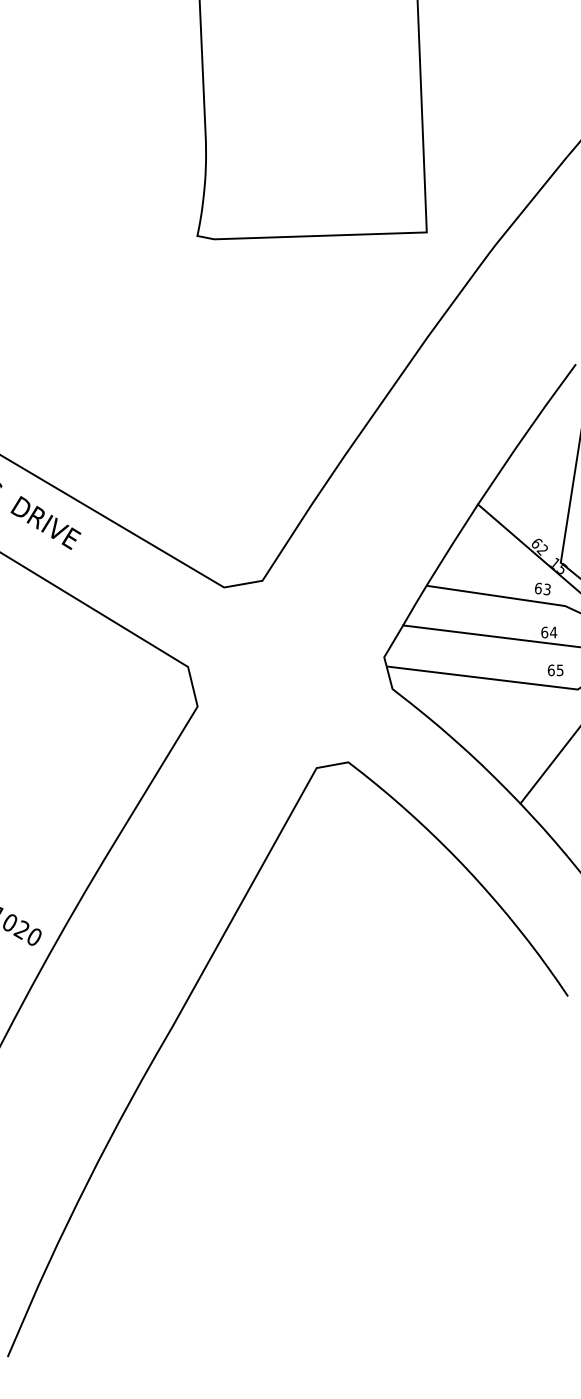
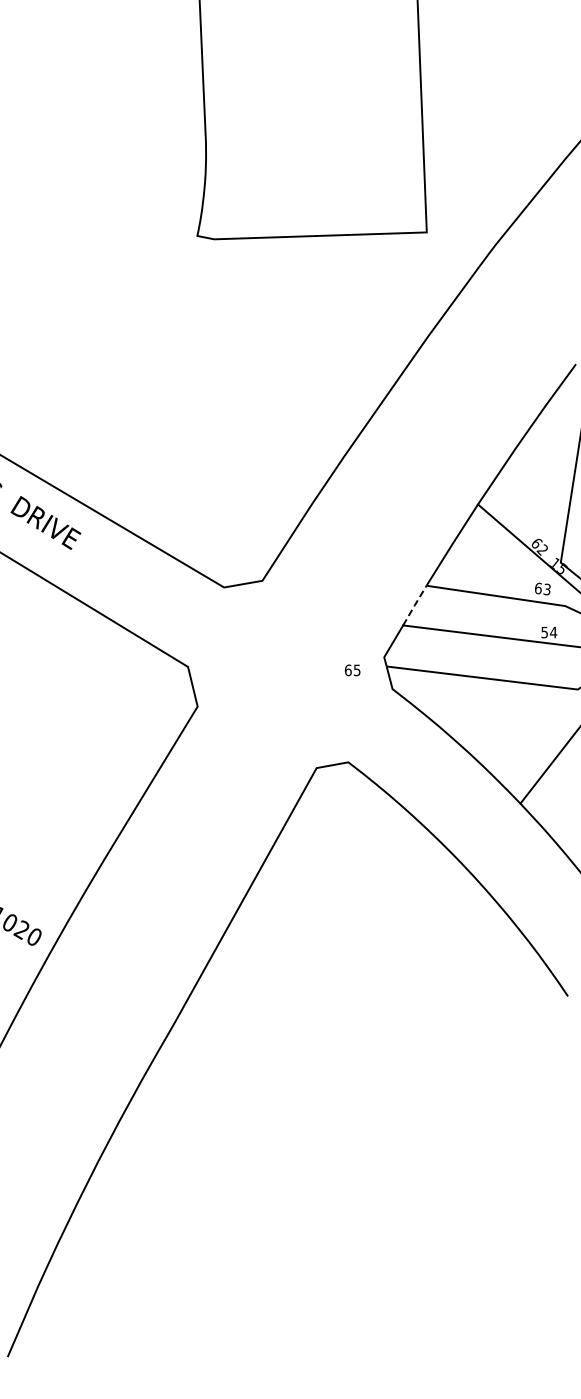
line at (414, 605): solid -> dashed
text at (544, 632): 64 -> 54
text at (555, 670) position: (555, 670) -> (352, 670)
